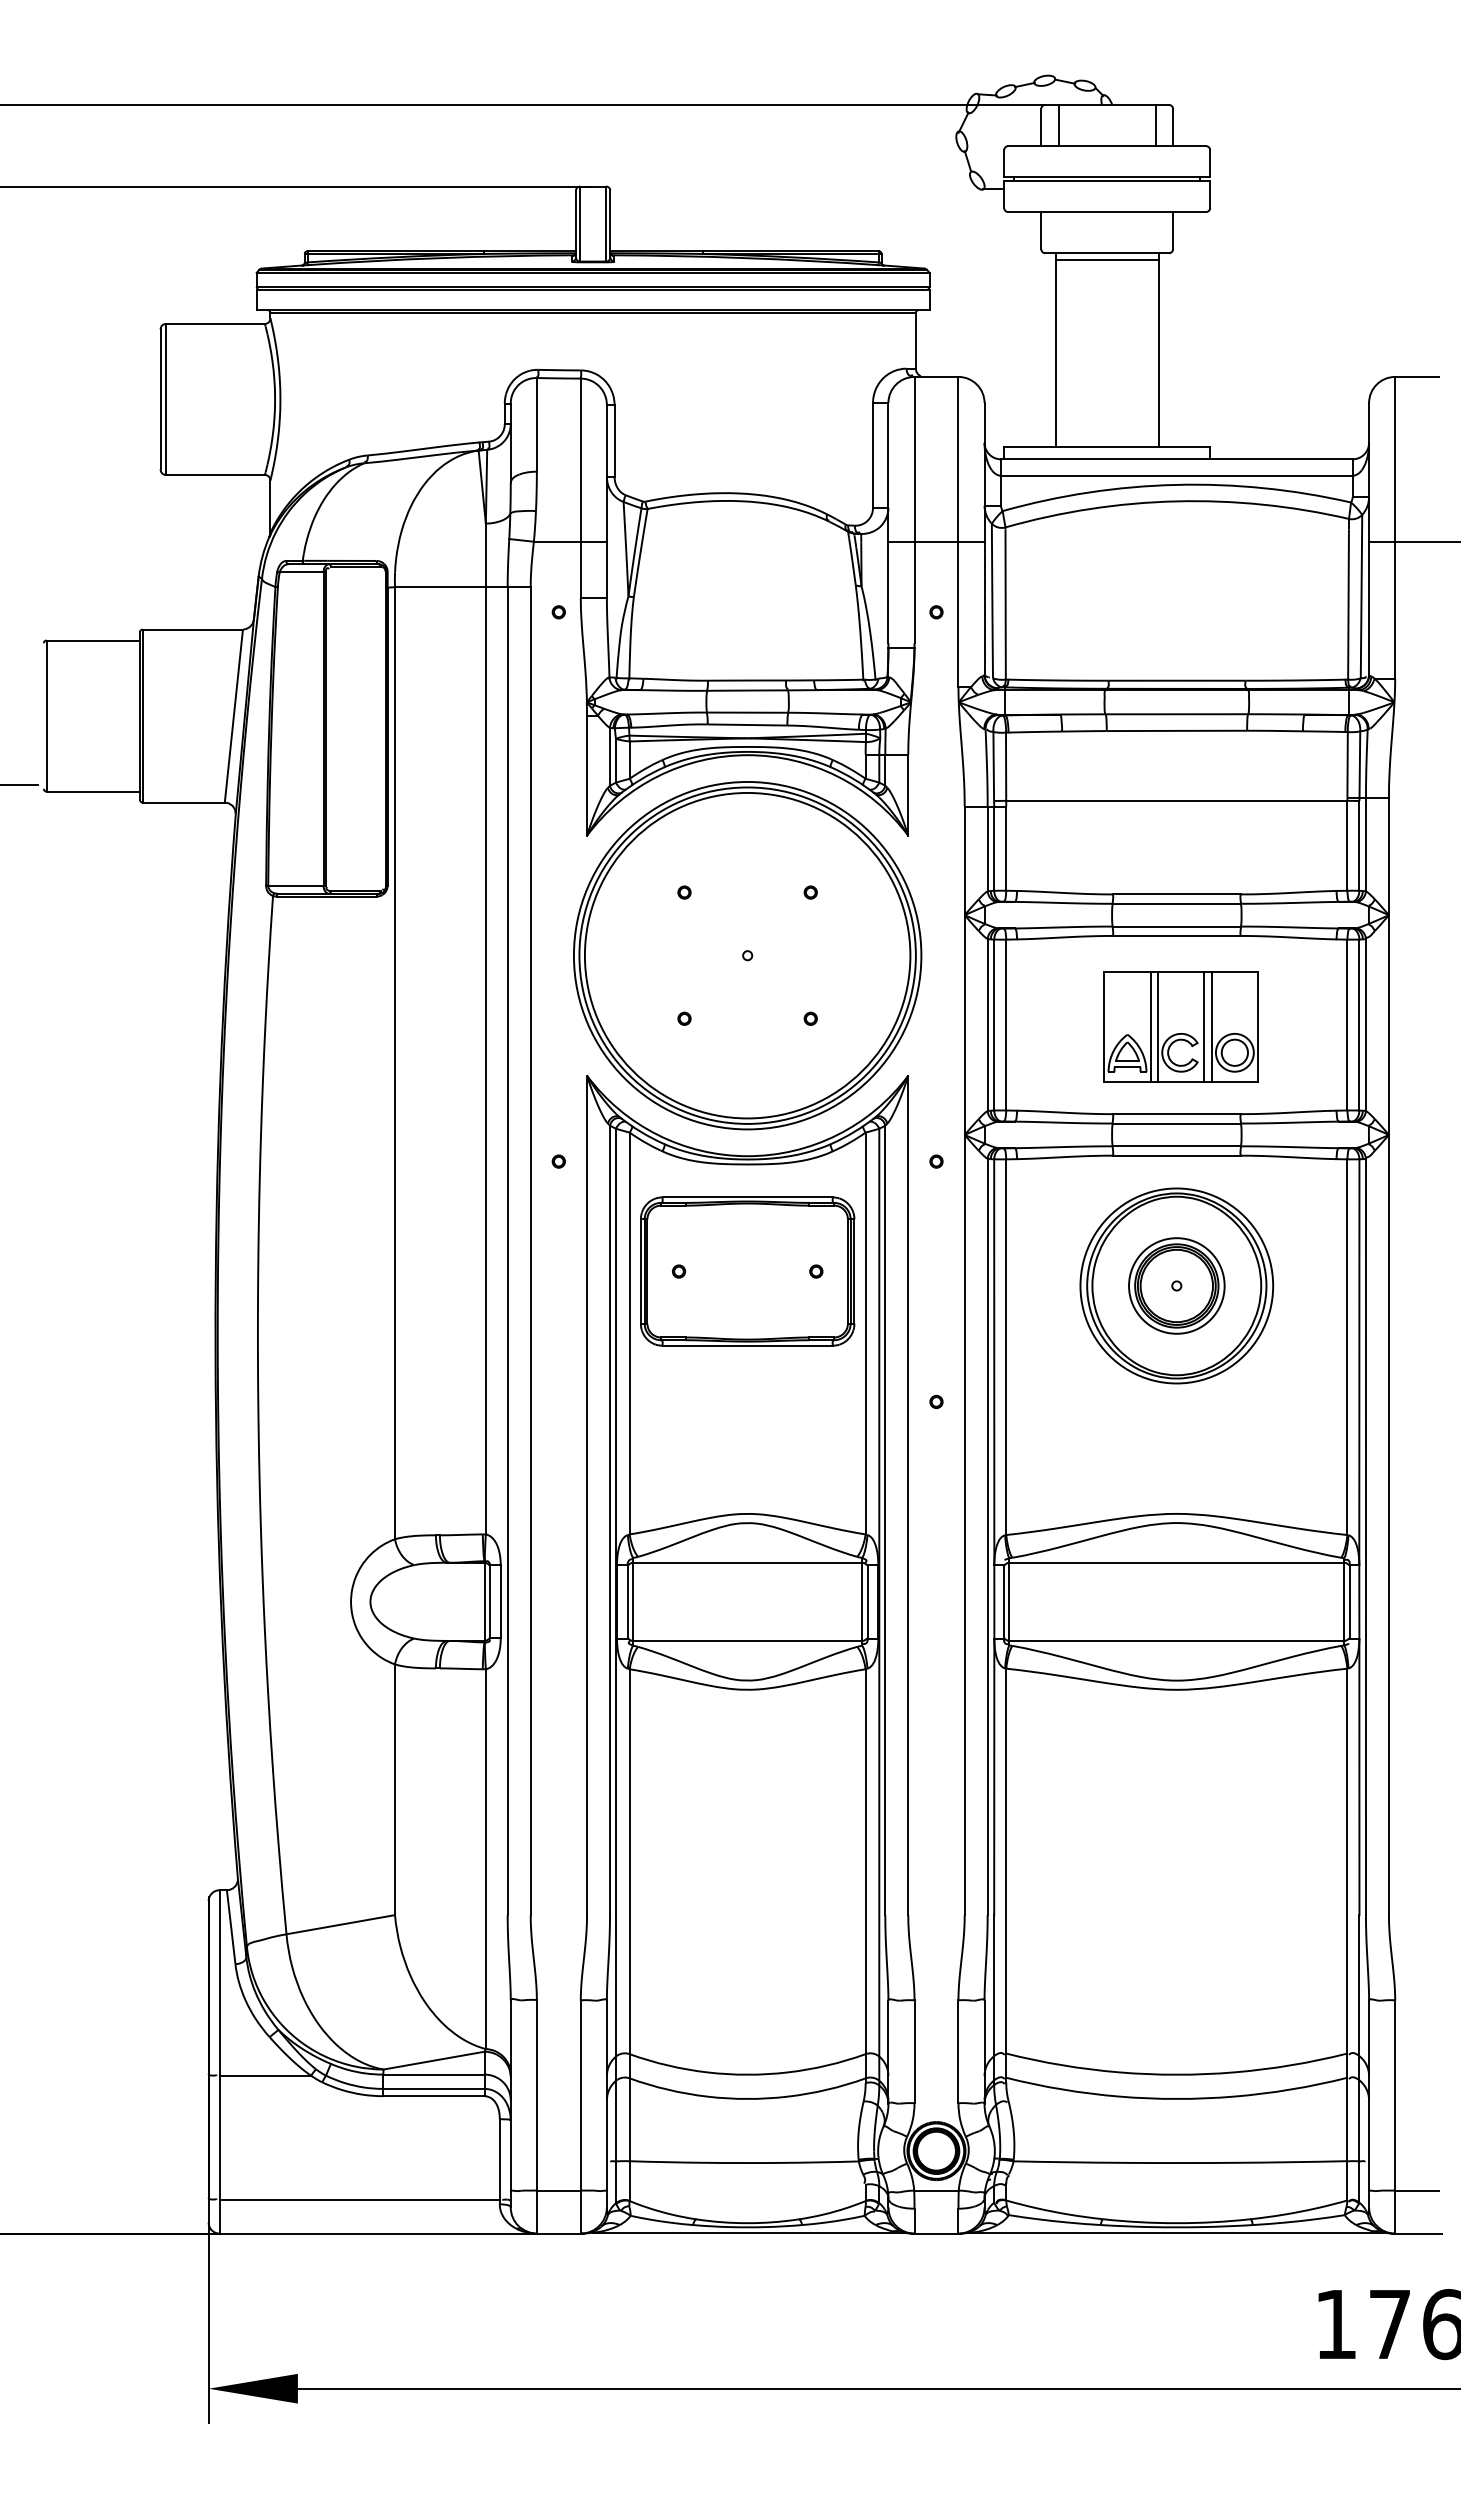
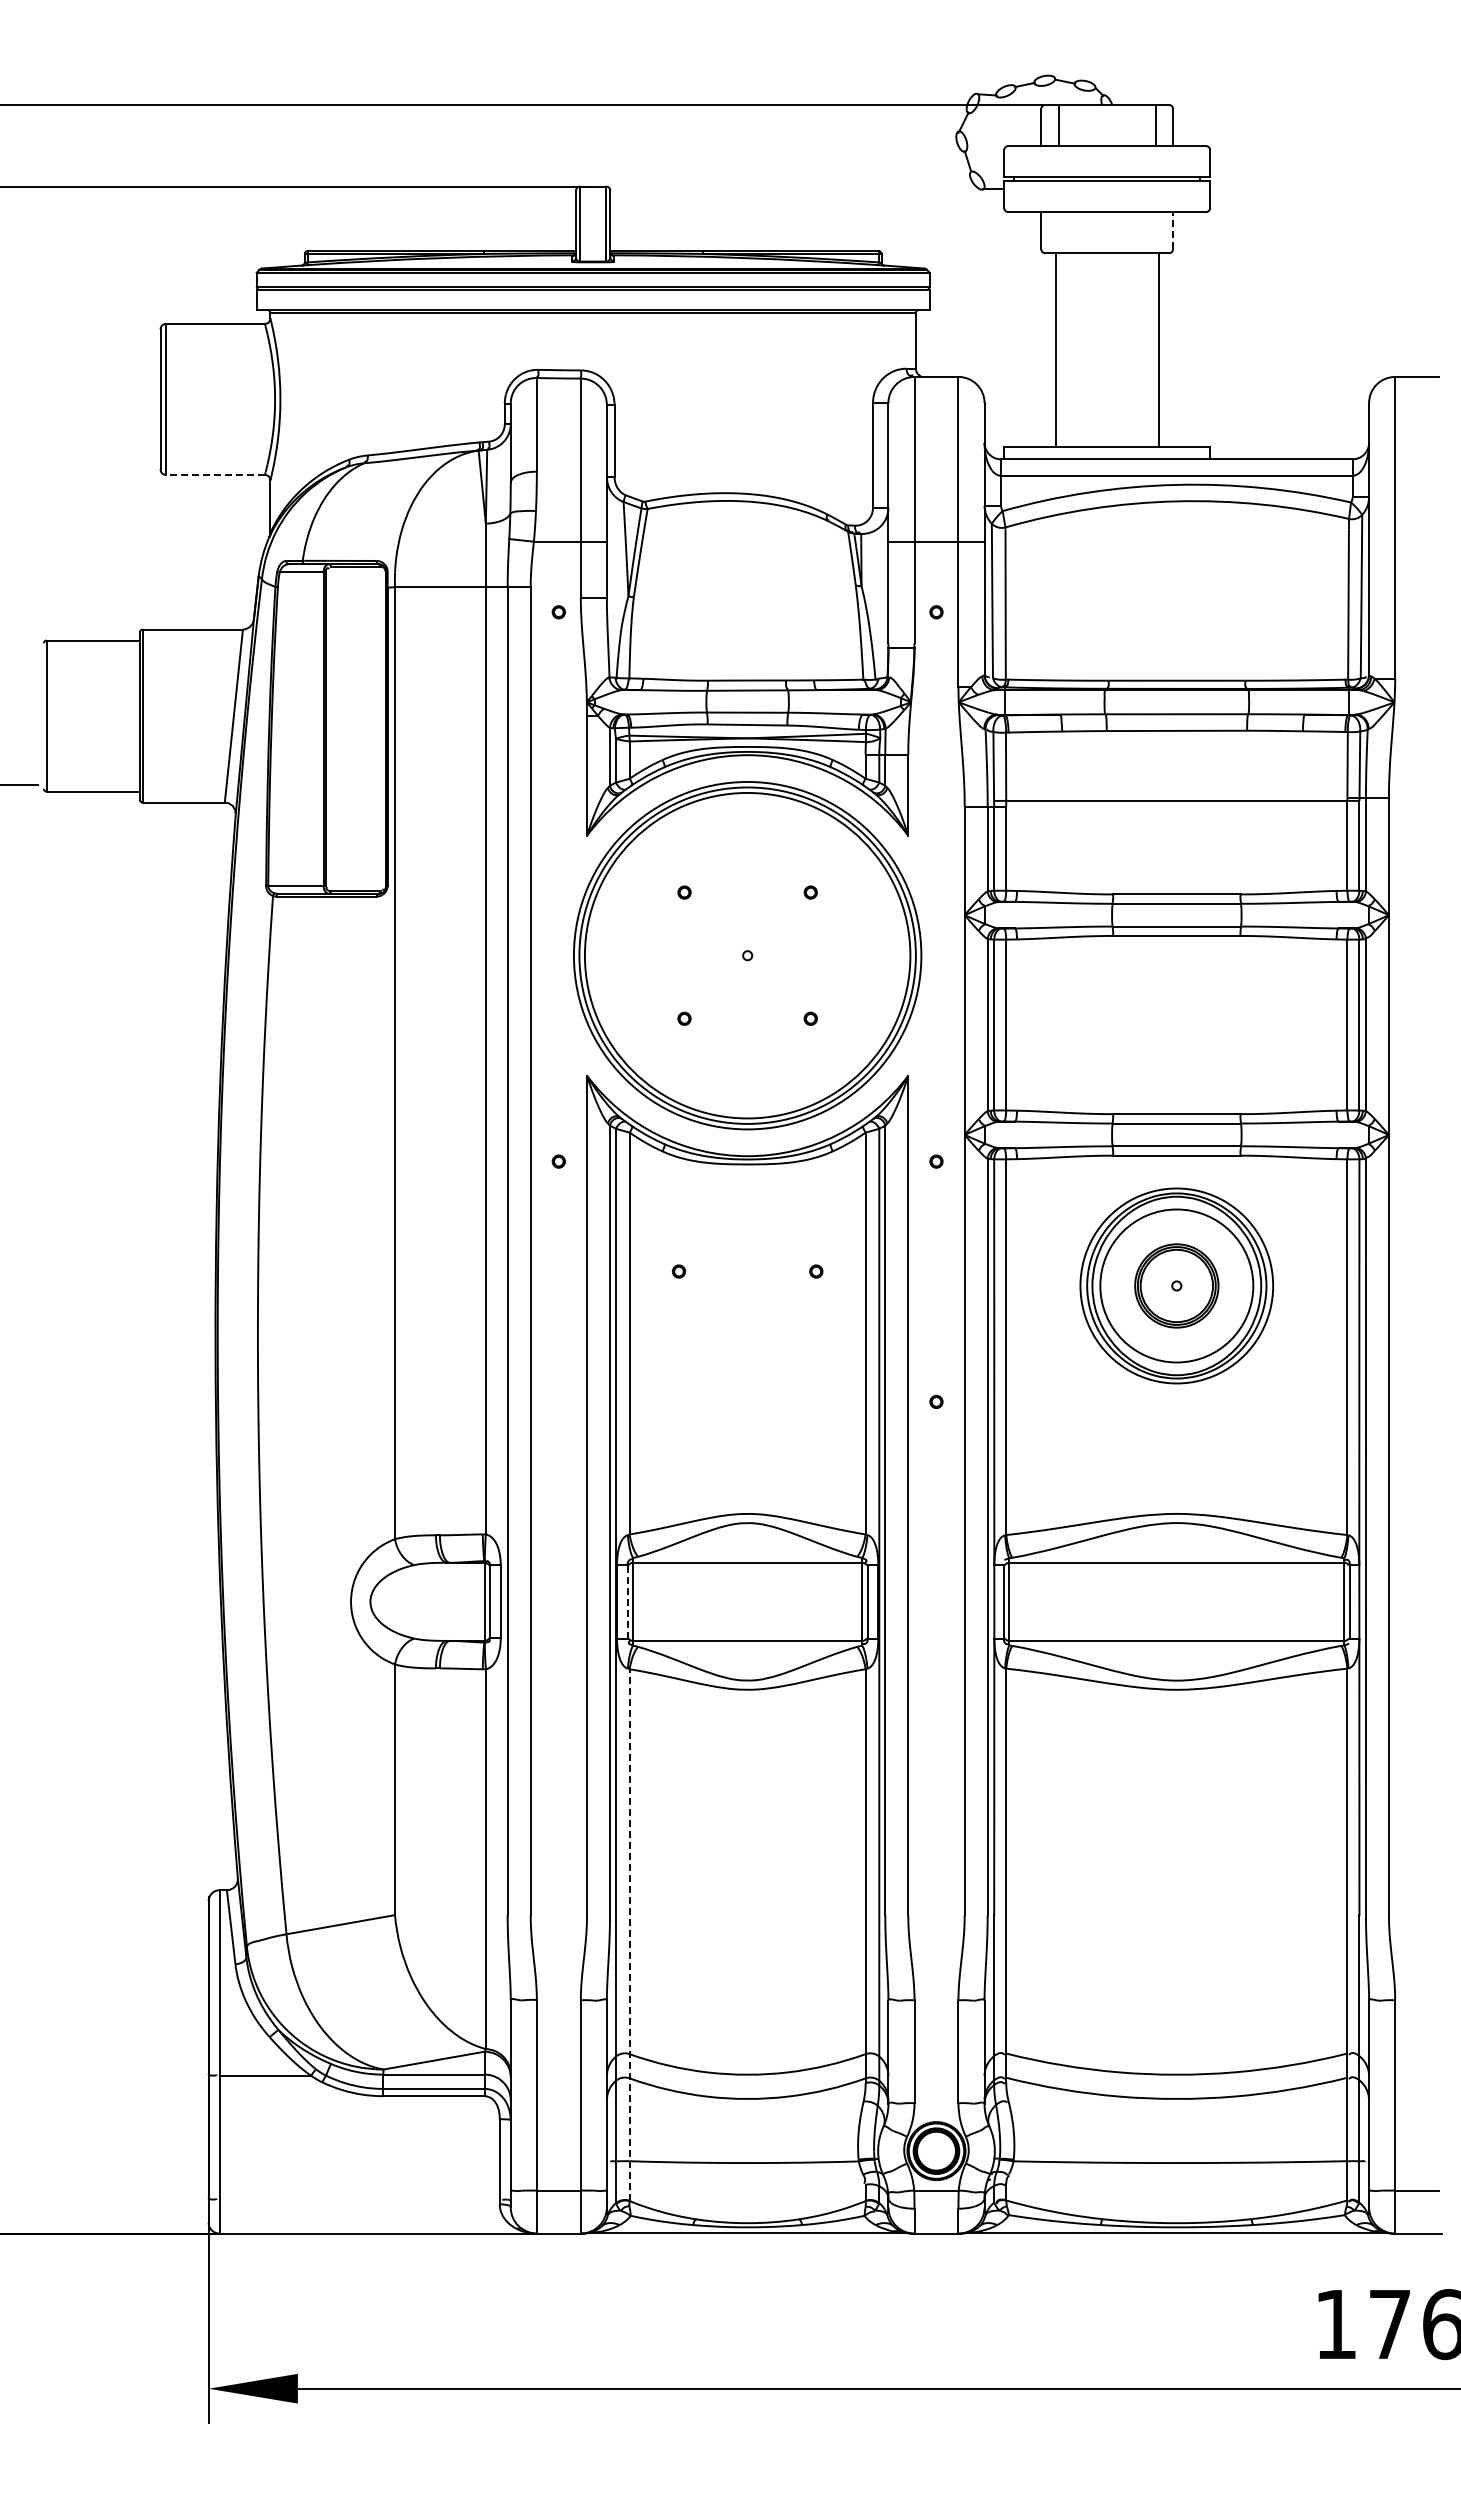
line at (1173, 230): solid -> dashed
line at (1106, 260): present -> none
line at (215, 474): solid -> dashed
line at (1413, 541): present -> none
part at (1180, 1026): present -> none
part at (747, 1271): present -> none
circle at (1176, 1285) diameter: 96 px -> 153 px
line at (627, 1601): solid -> dashed
line at (629, 1935): solid -> dashed
line at (359, 2199): present -> none
